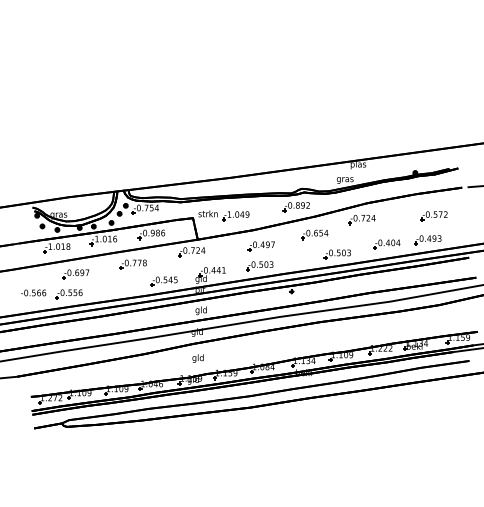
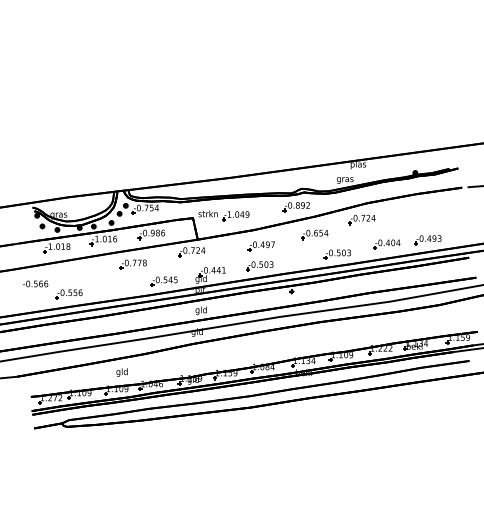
part at (433, 216): present -> none
part at (75, 274): present -> none
text at (33, 292) position: (33, 292) -> (35, 283)
text at (197, 358) position: (197, 358) -> (121, 372)
